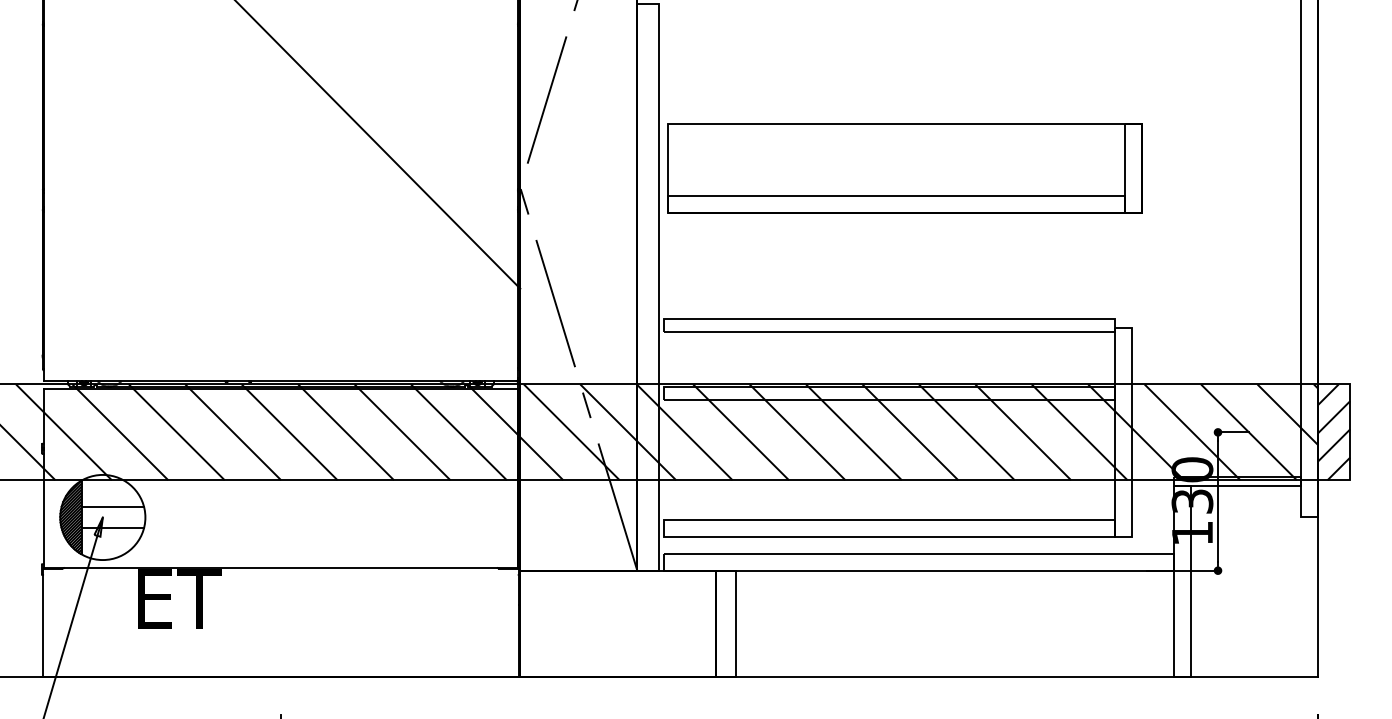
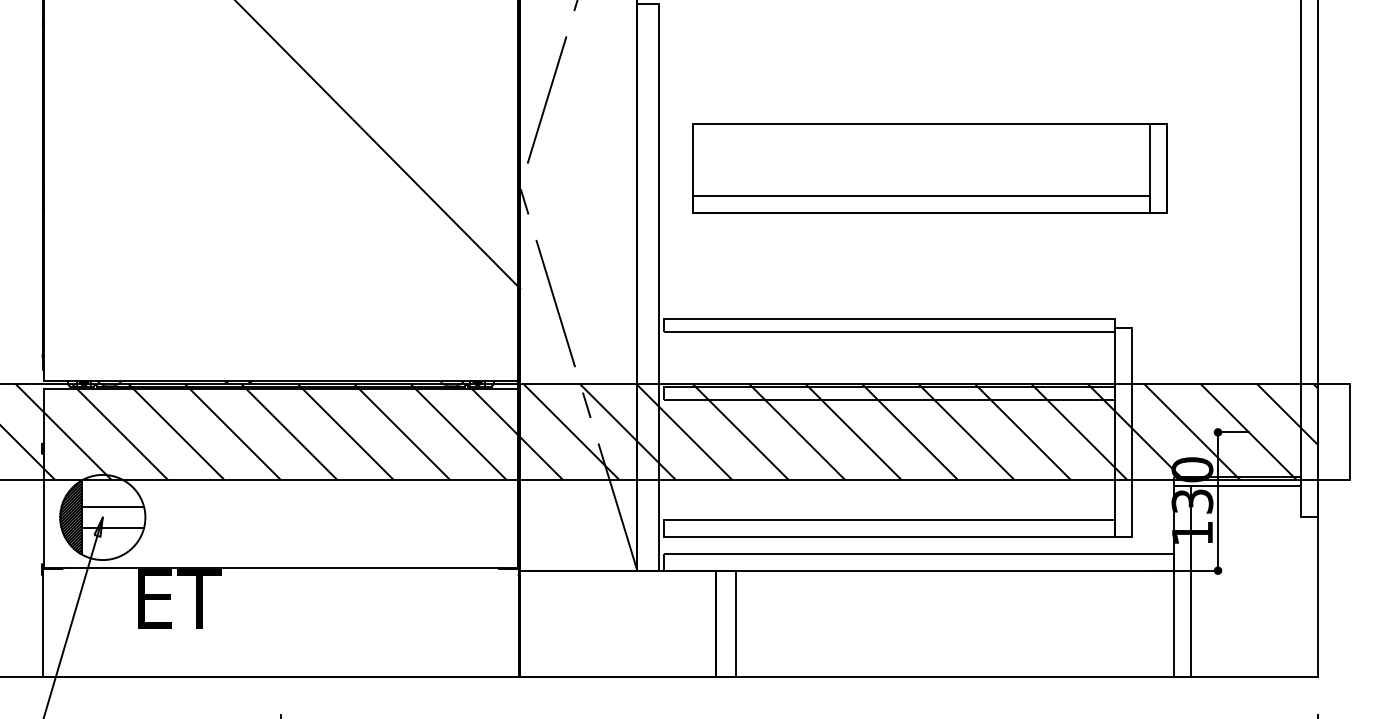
part at (904, 168) position: (904, 168) -> (929, 168)
hatch at (1334, 432): present -> none
